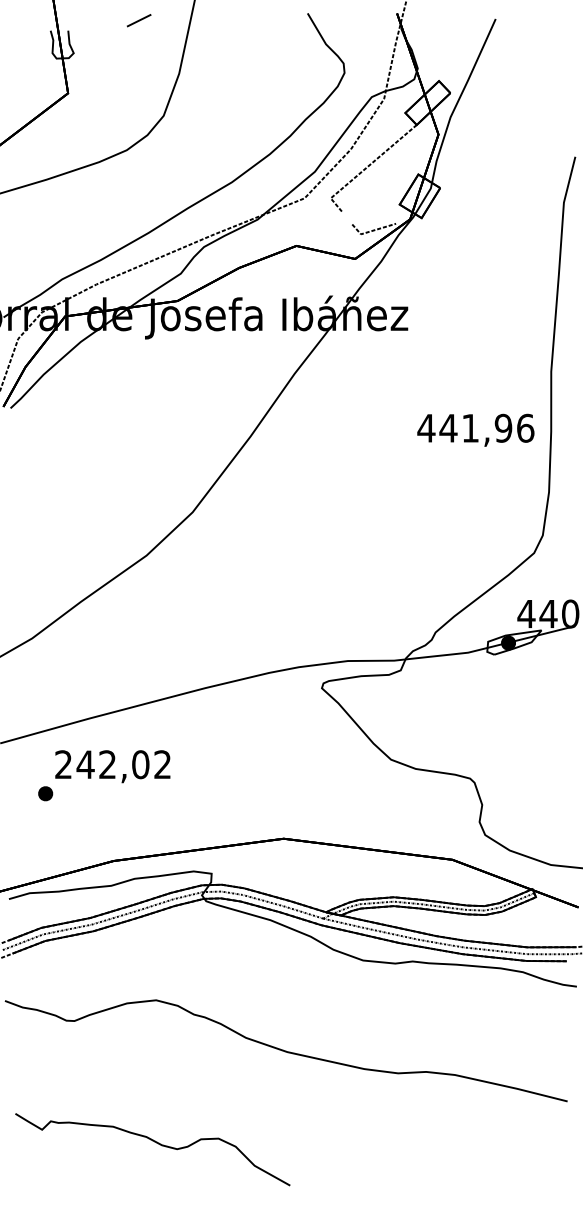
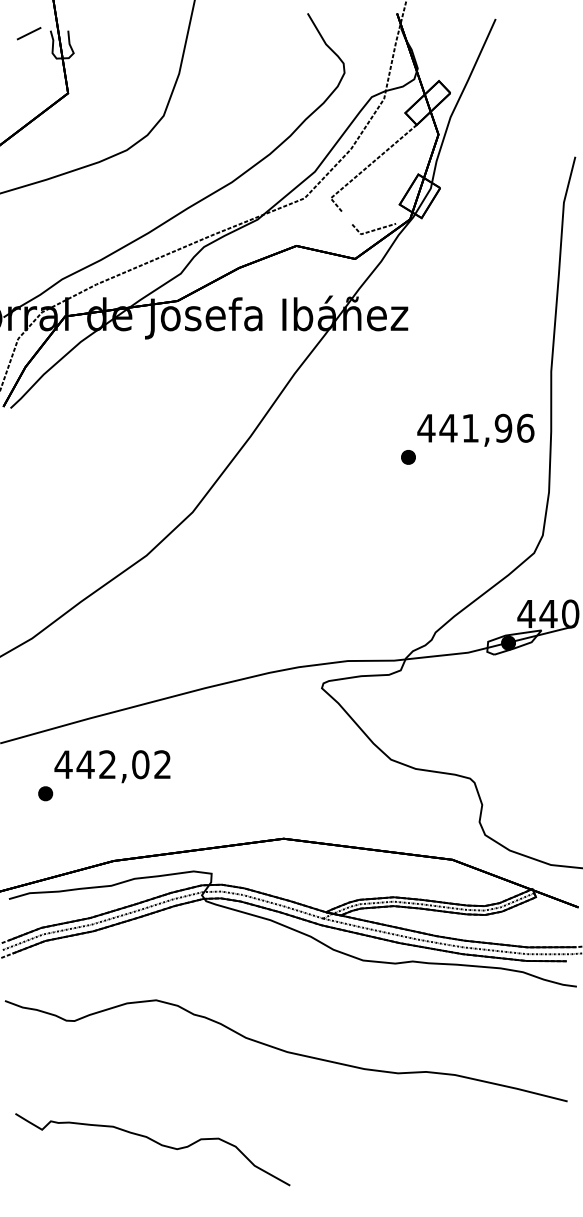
line at (139, 20) position: (139, 20) -> (29, 33)
part at (408, 457): none -> present
text at (63, 764): 242,02 -> 442,02
